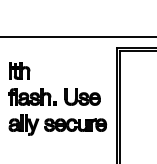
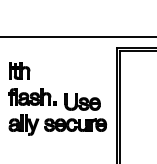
part at (82, 96) position: (82, 96) -> (82, 101)
